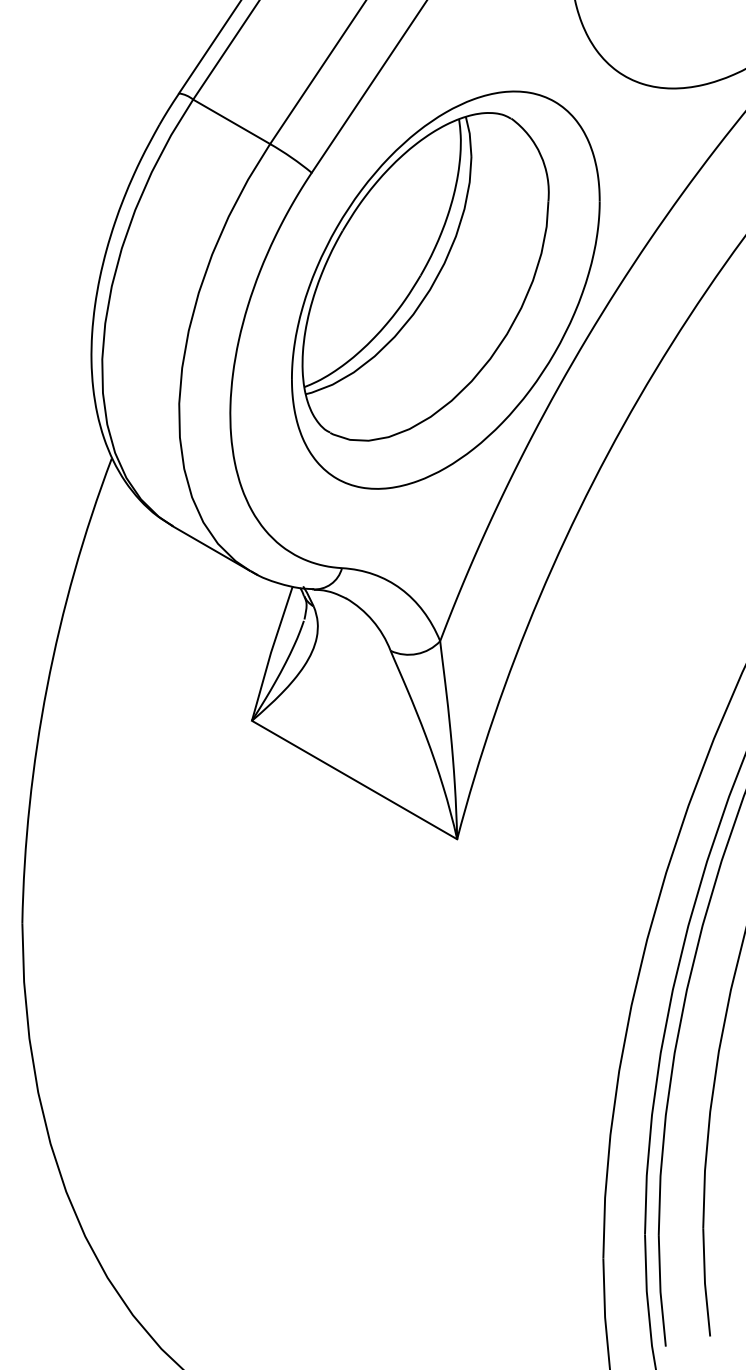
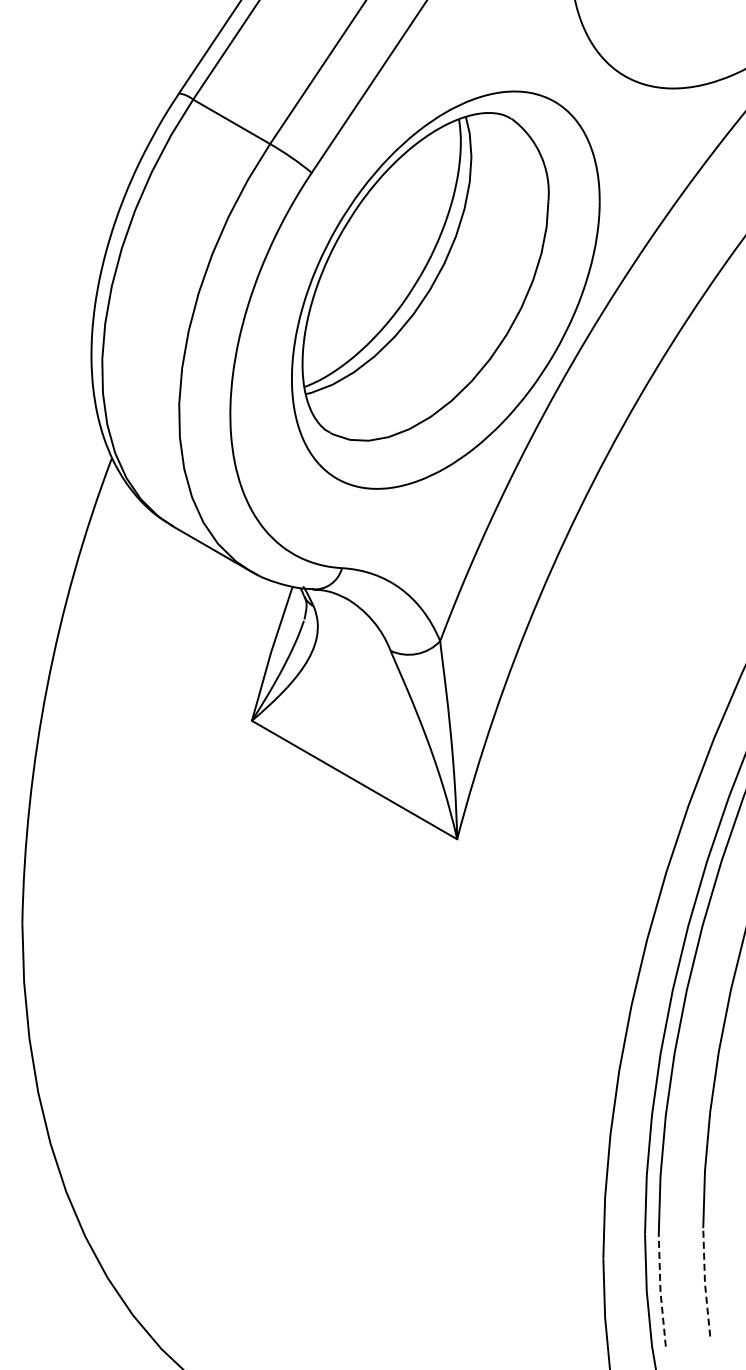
line at (704, 1282): solid -> dashed
line at (660, 1291): solid -> dashed
